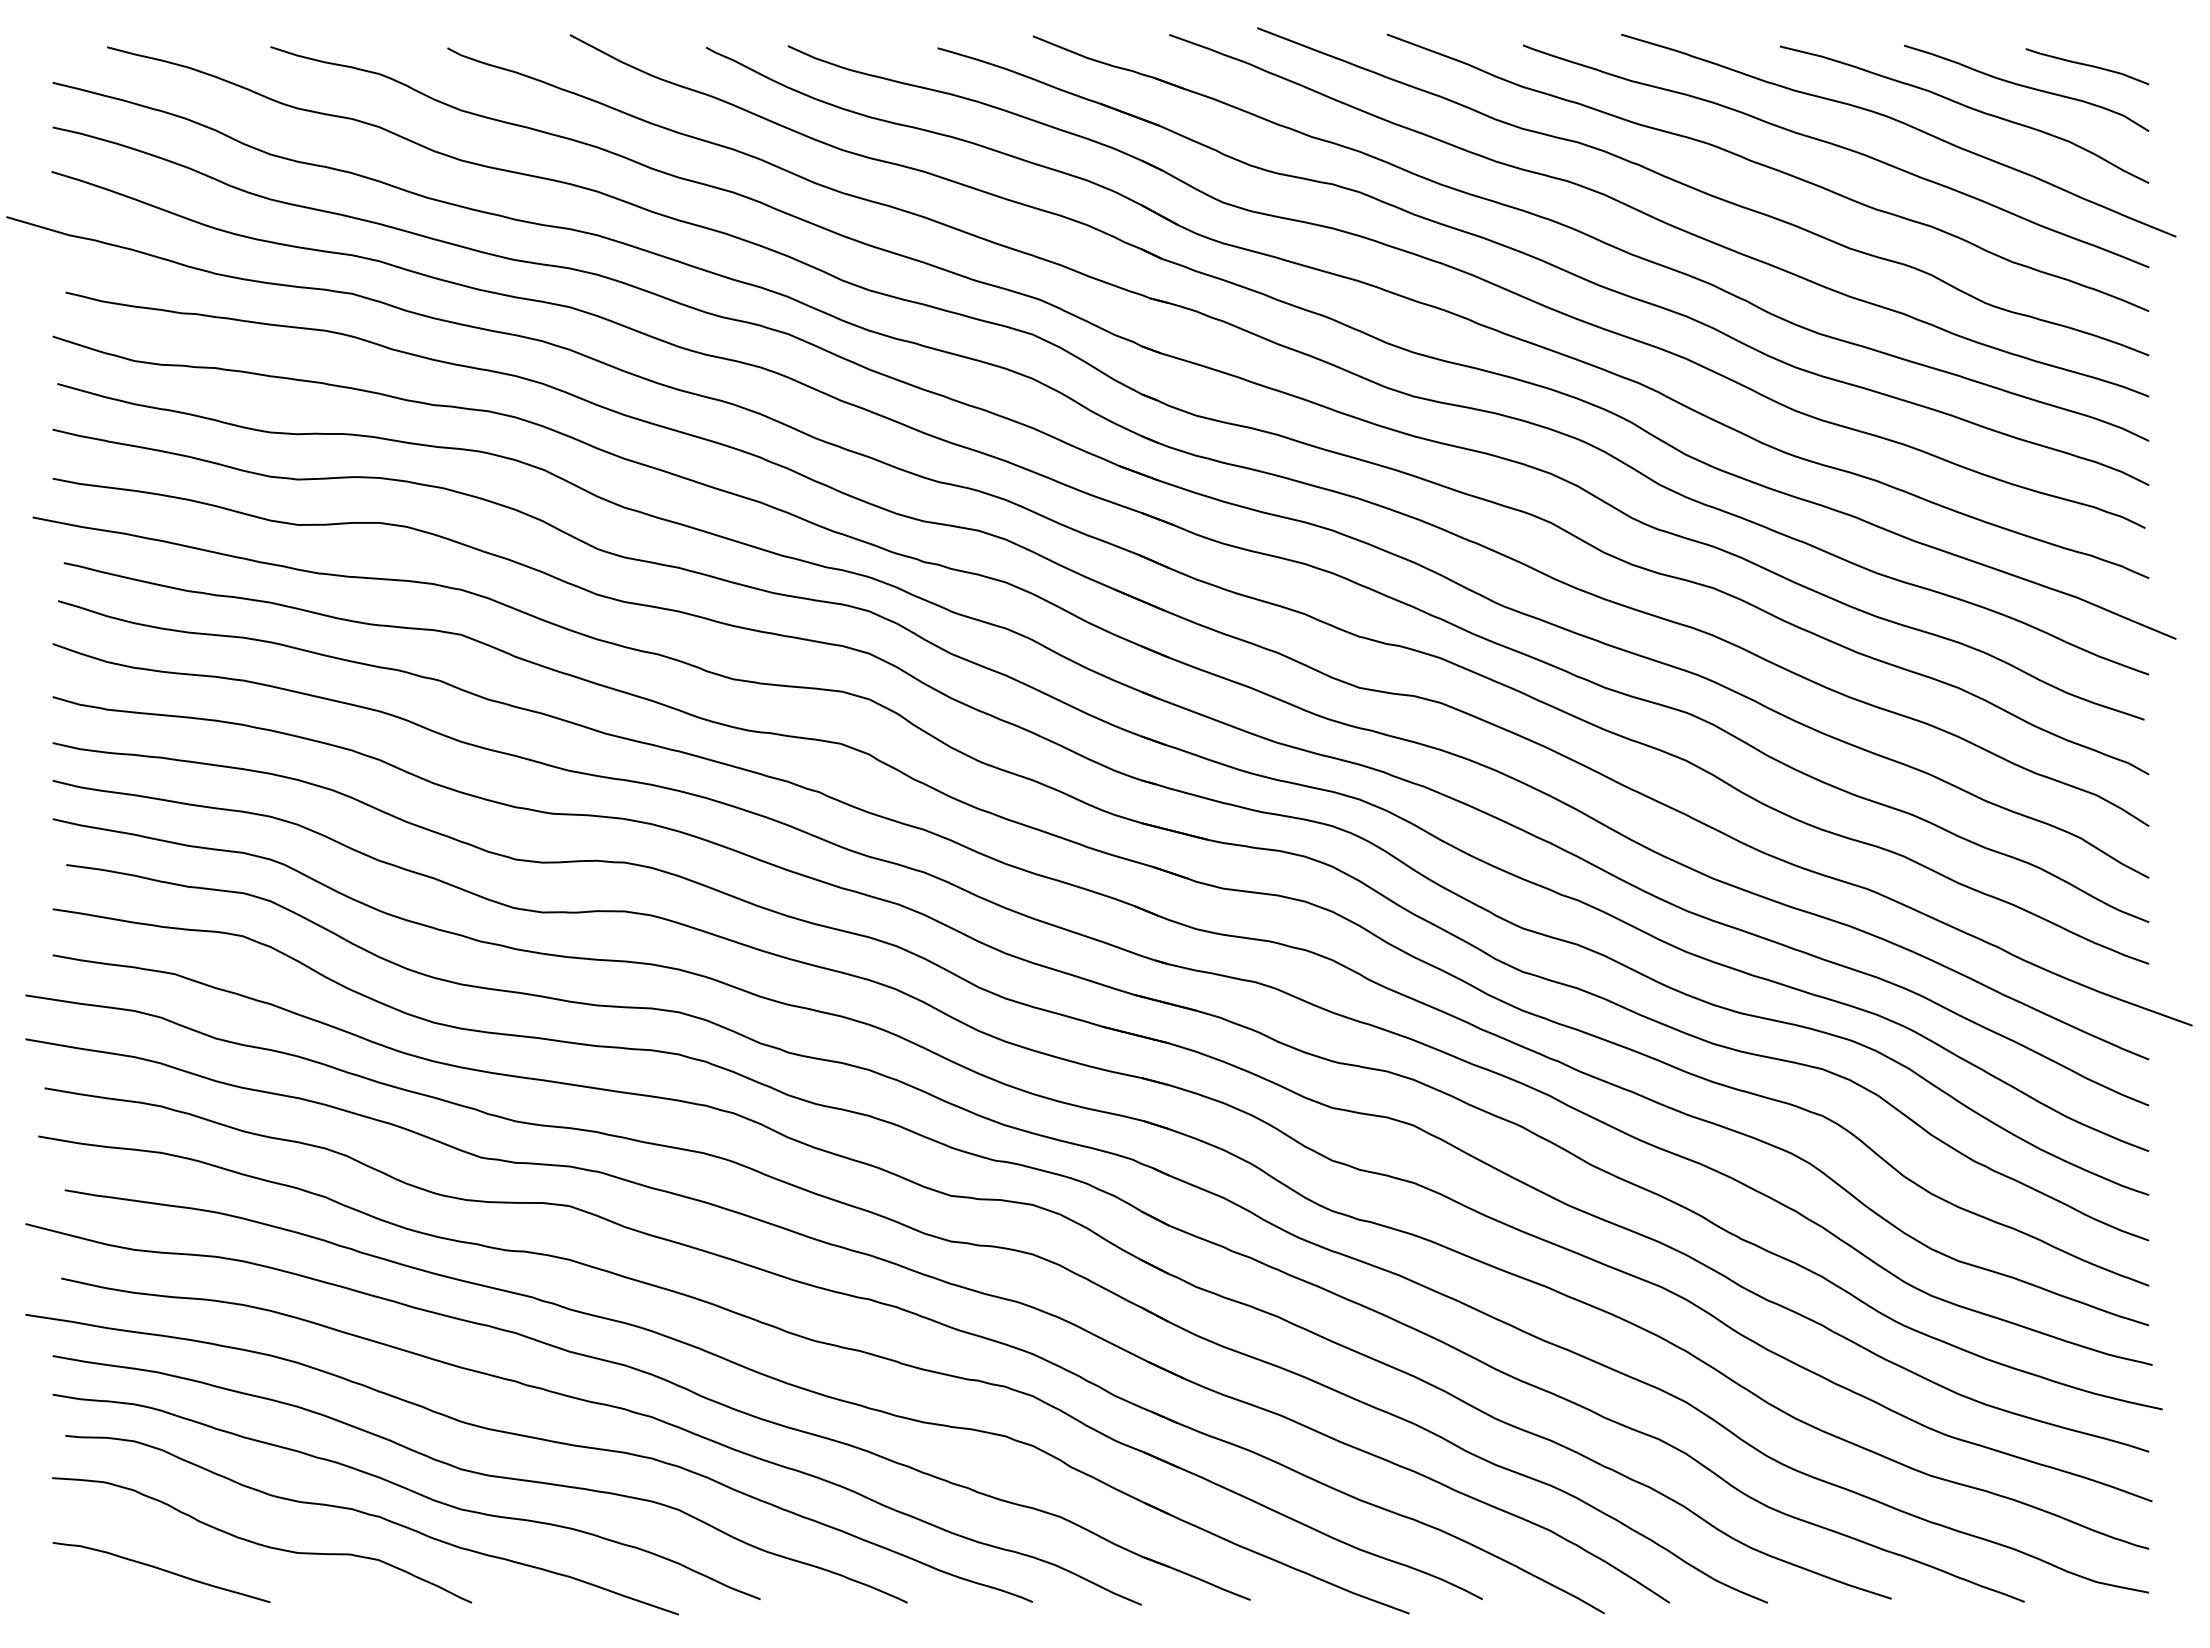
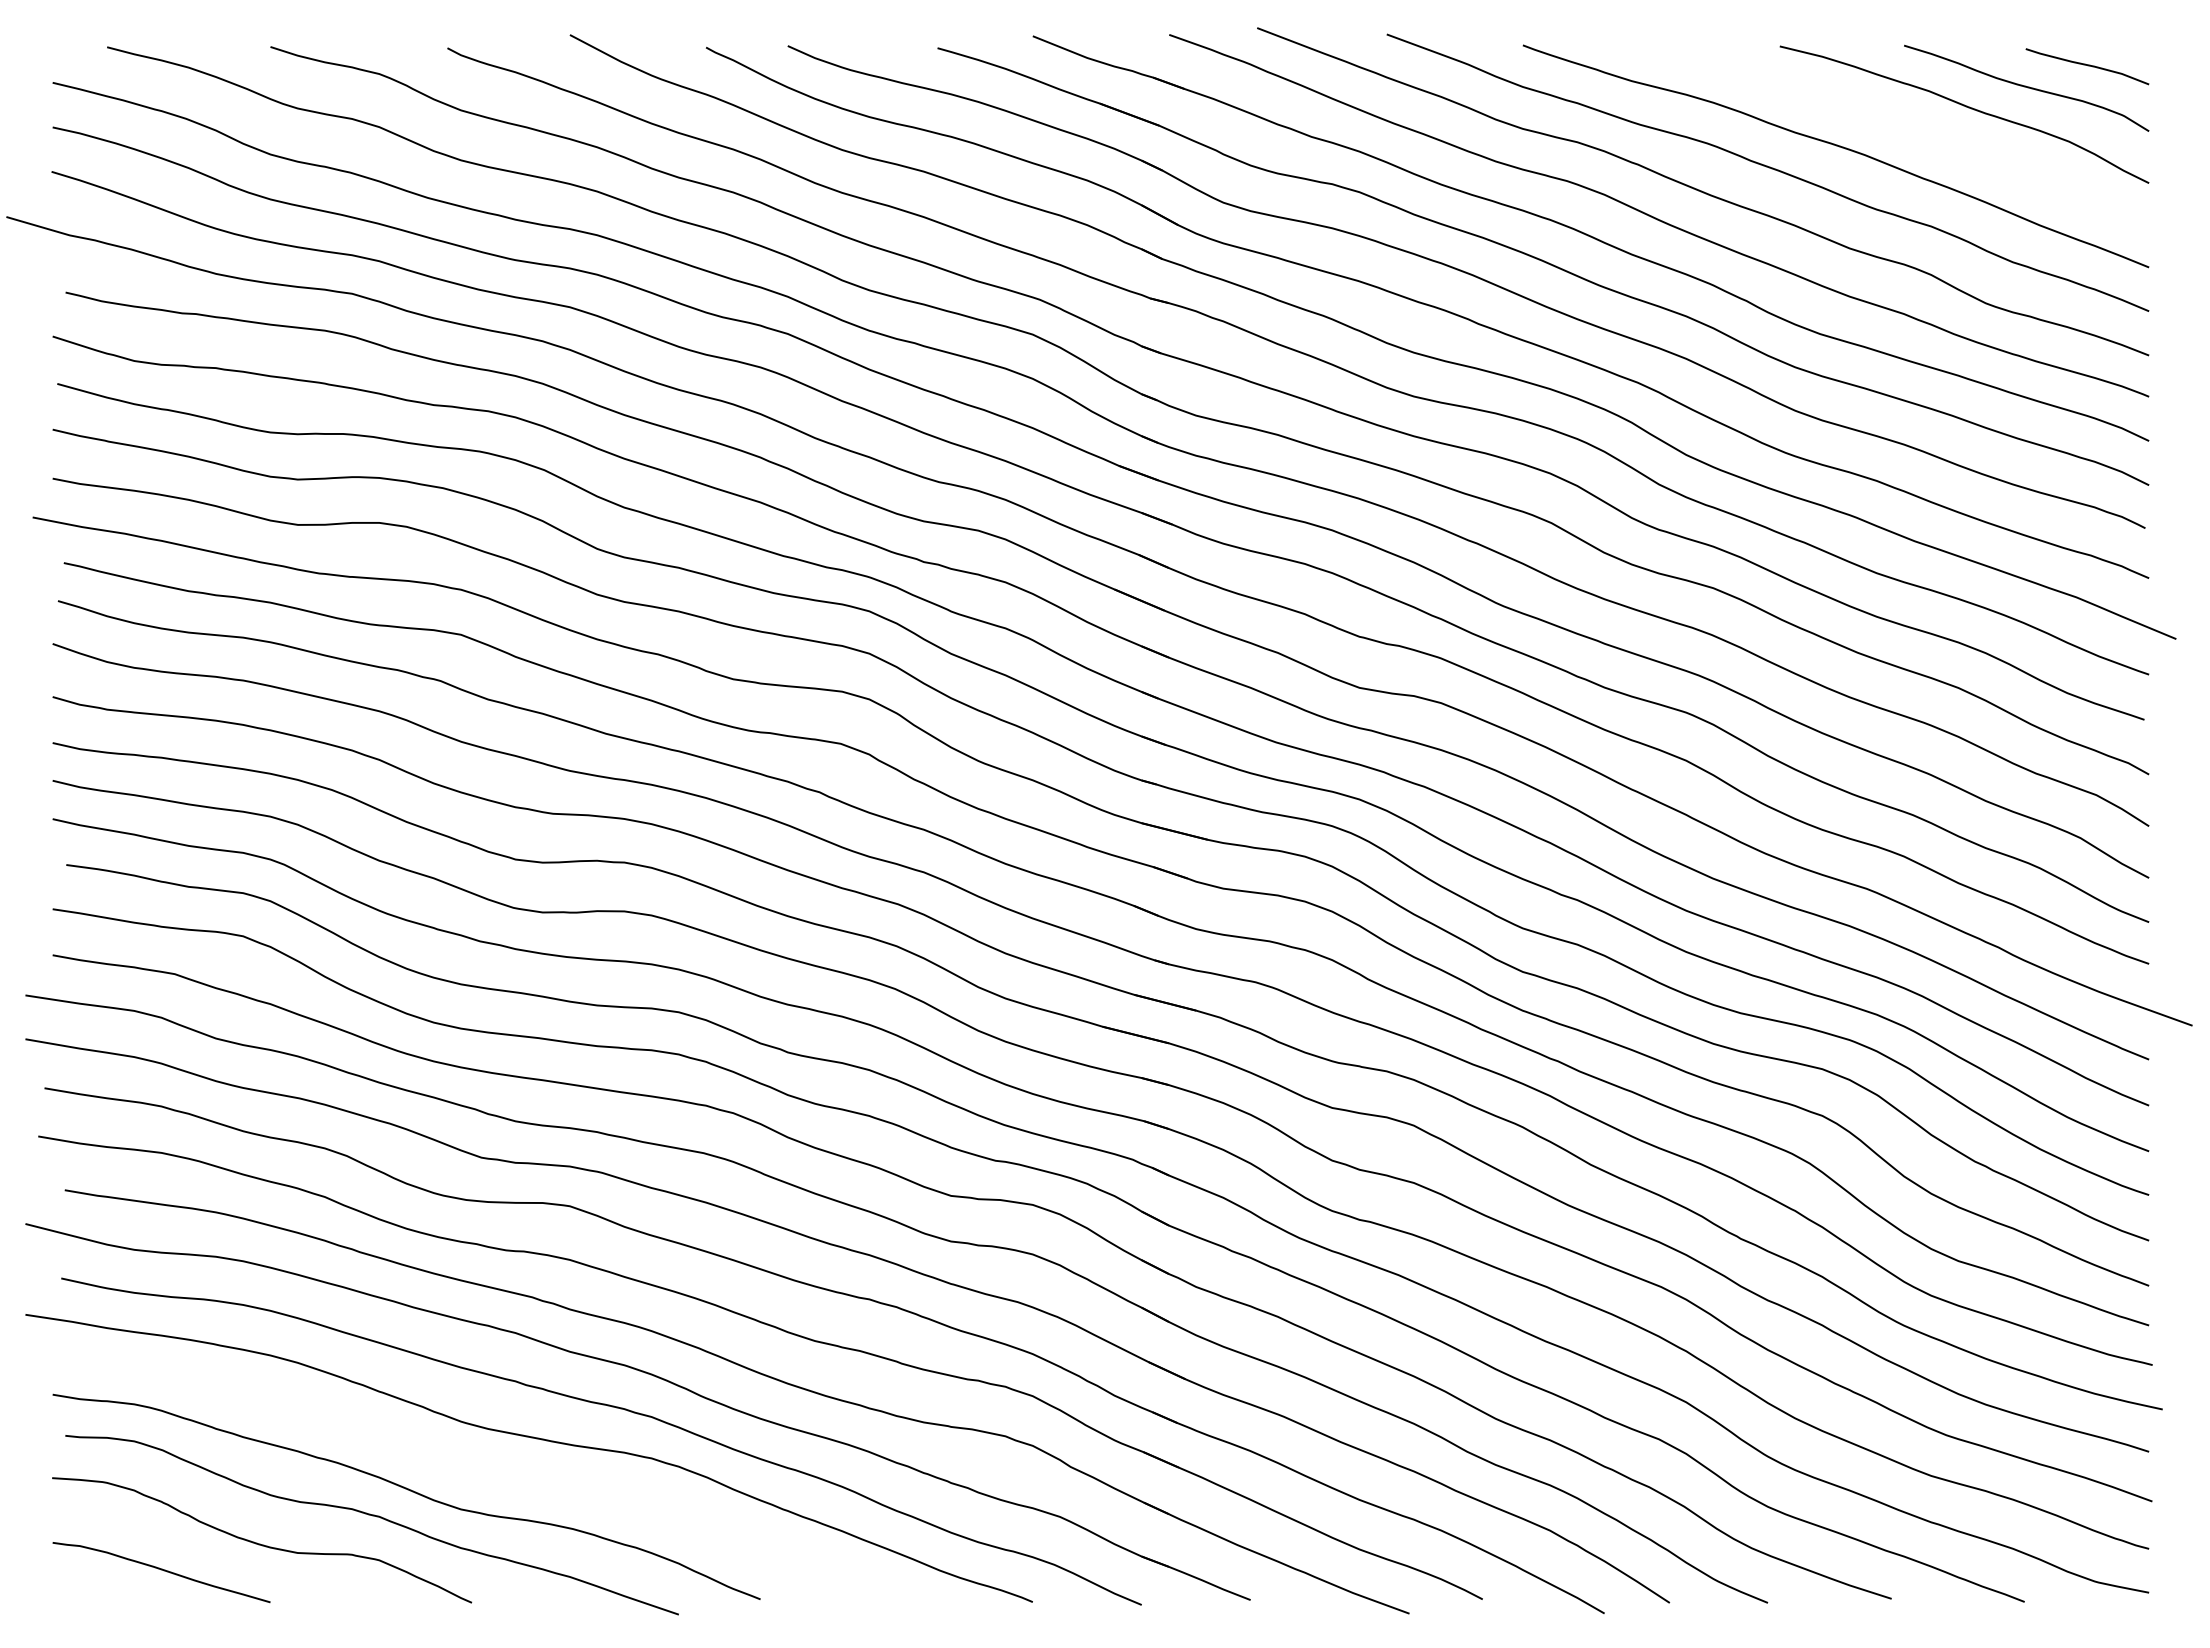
curve at (1903, 124): present -> none
curve at (479, 1474): present -> none
